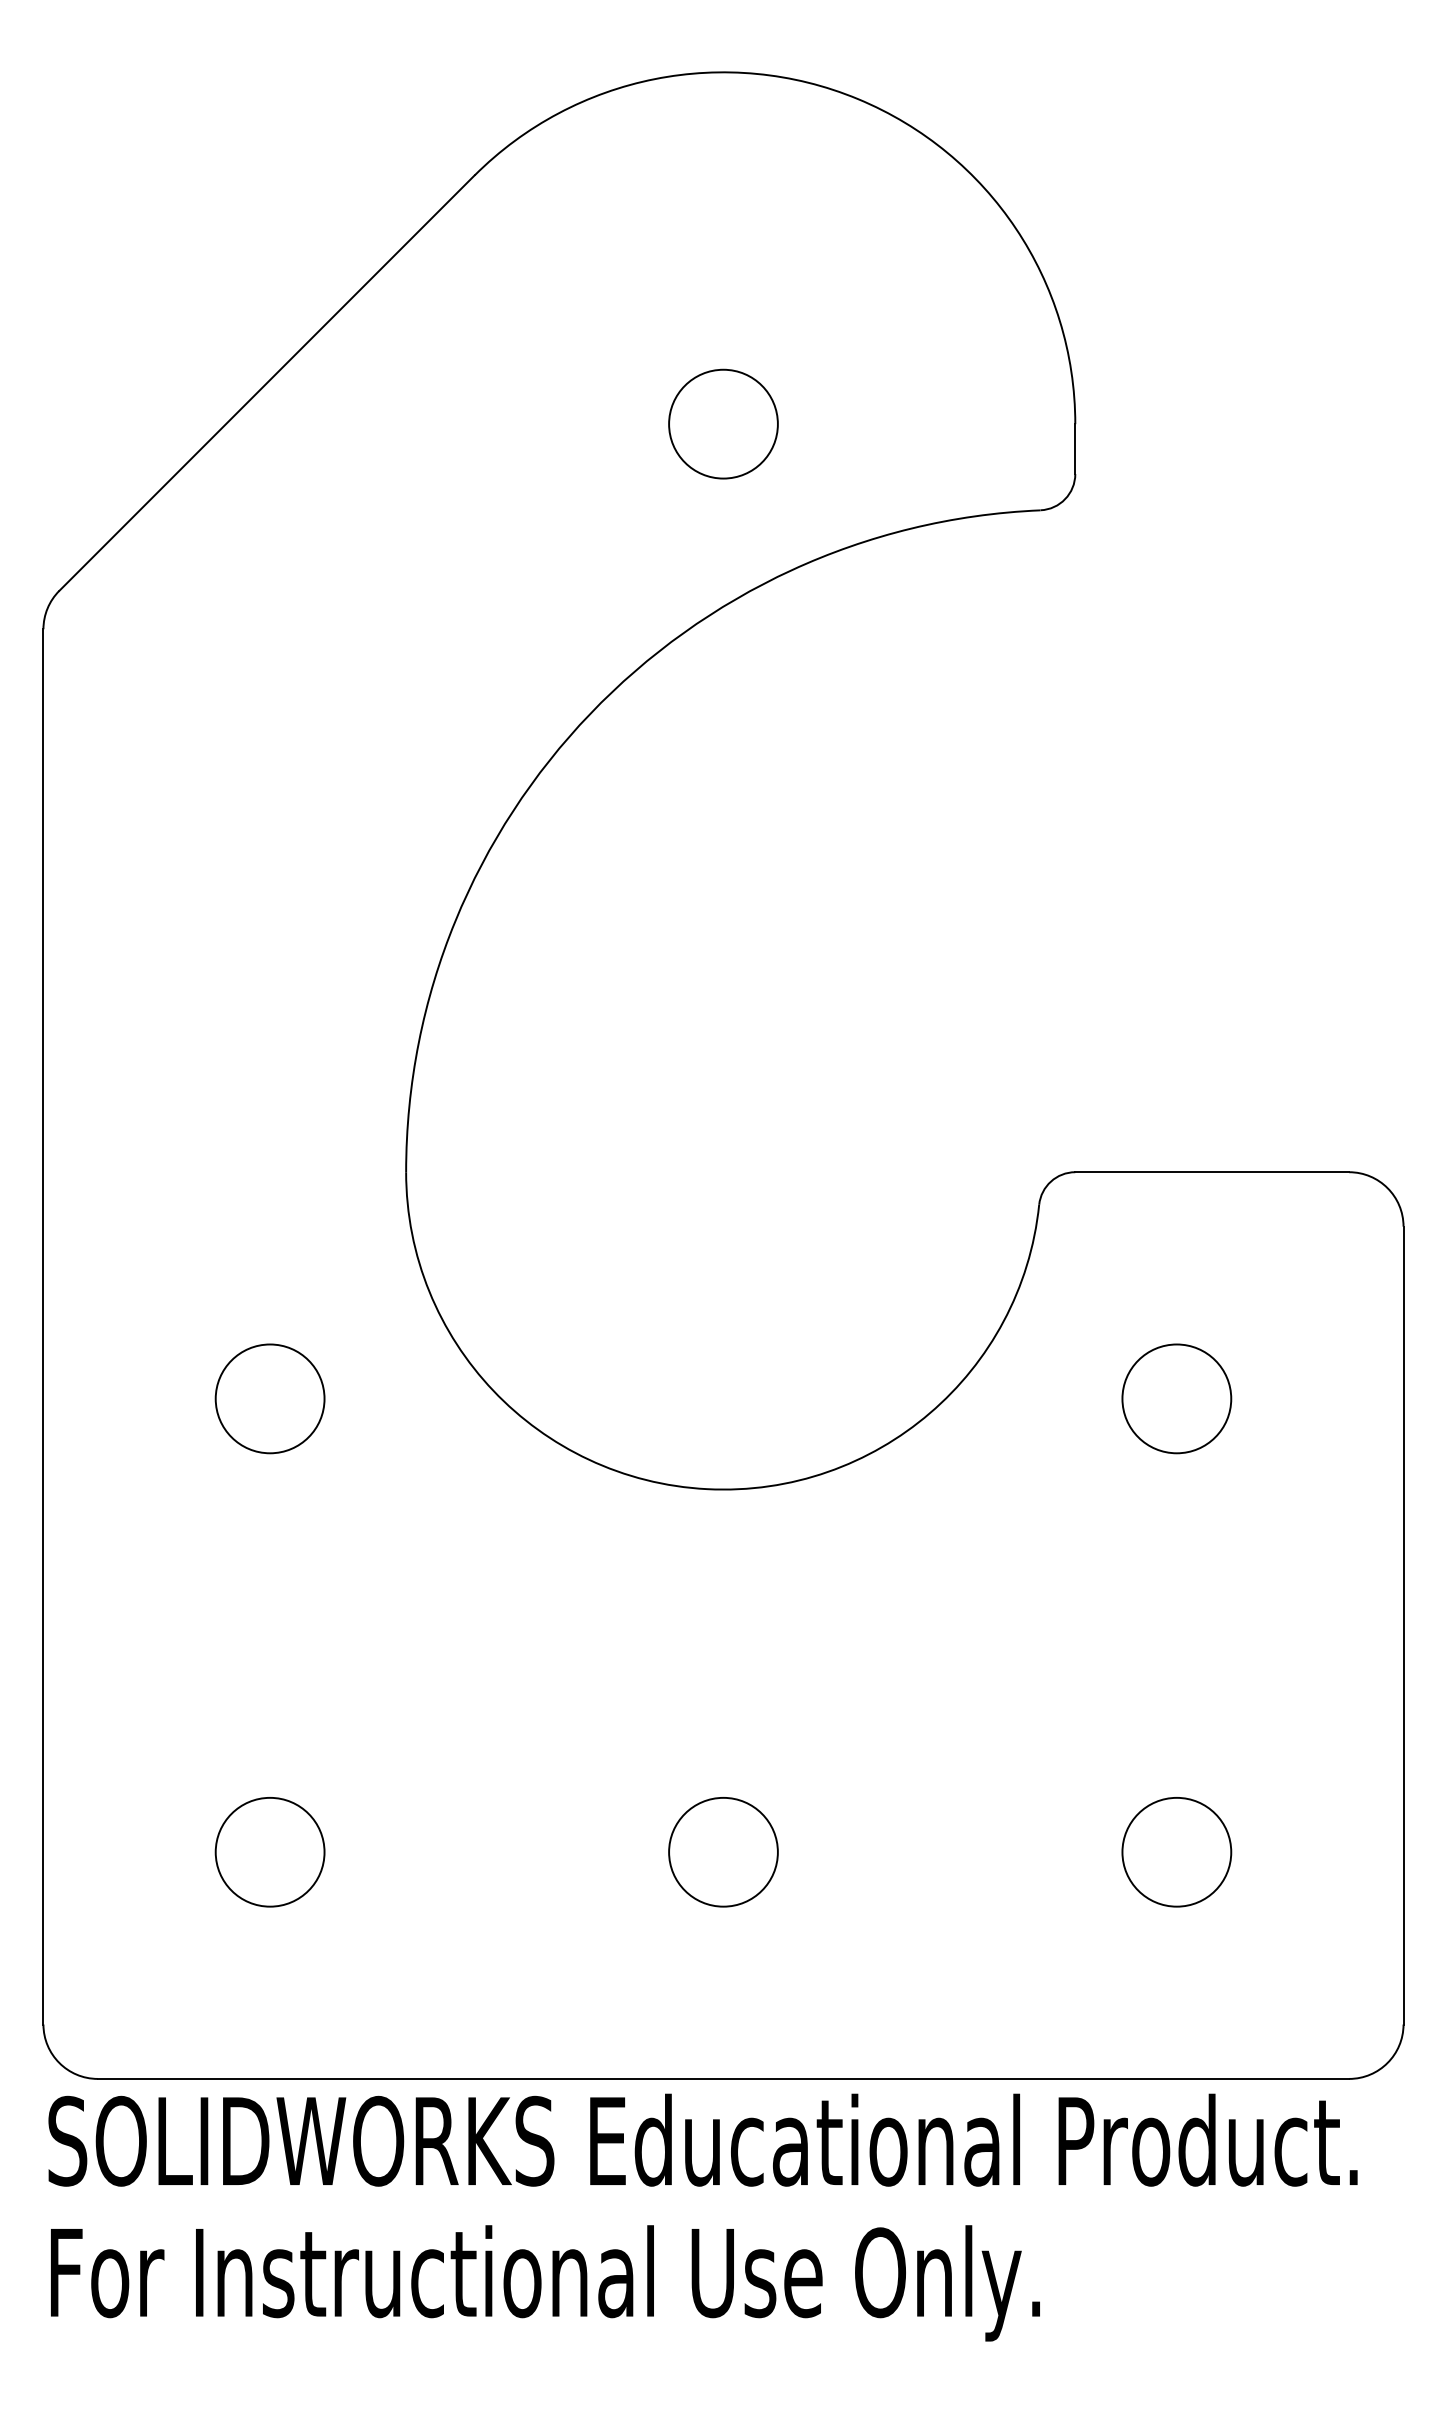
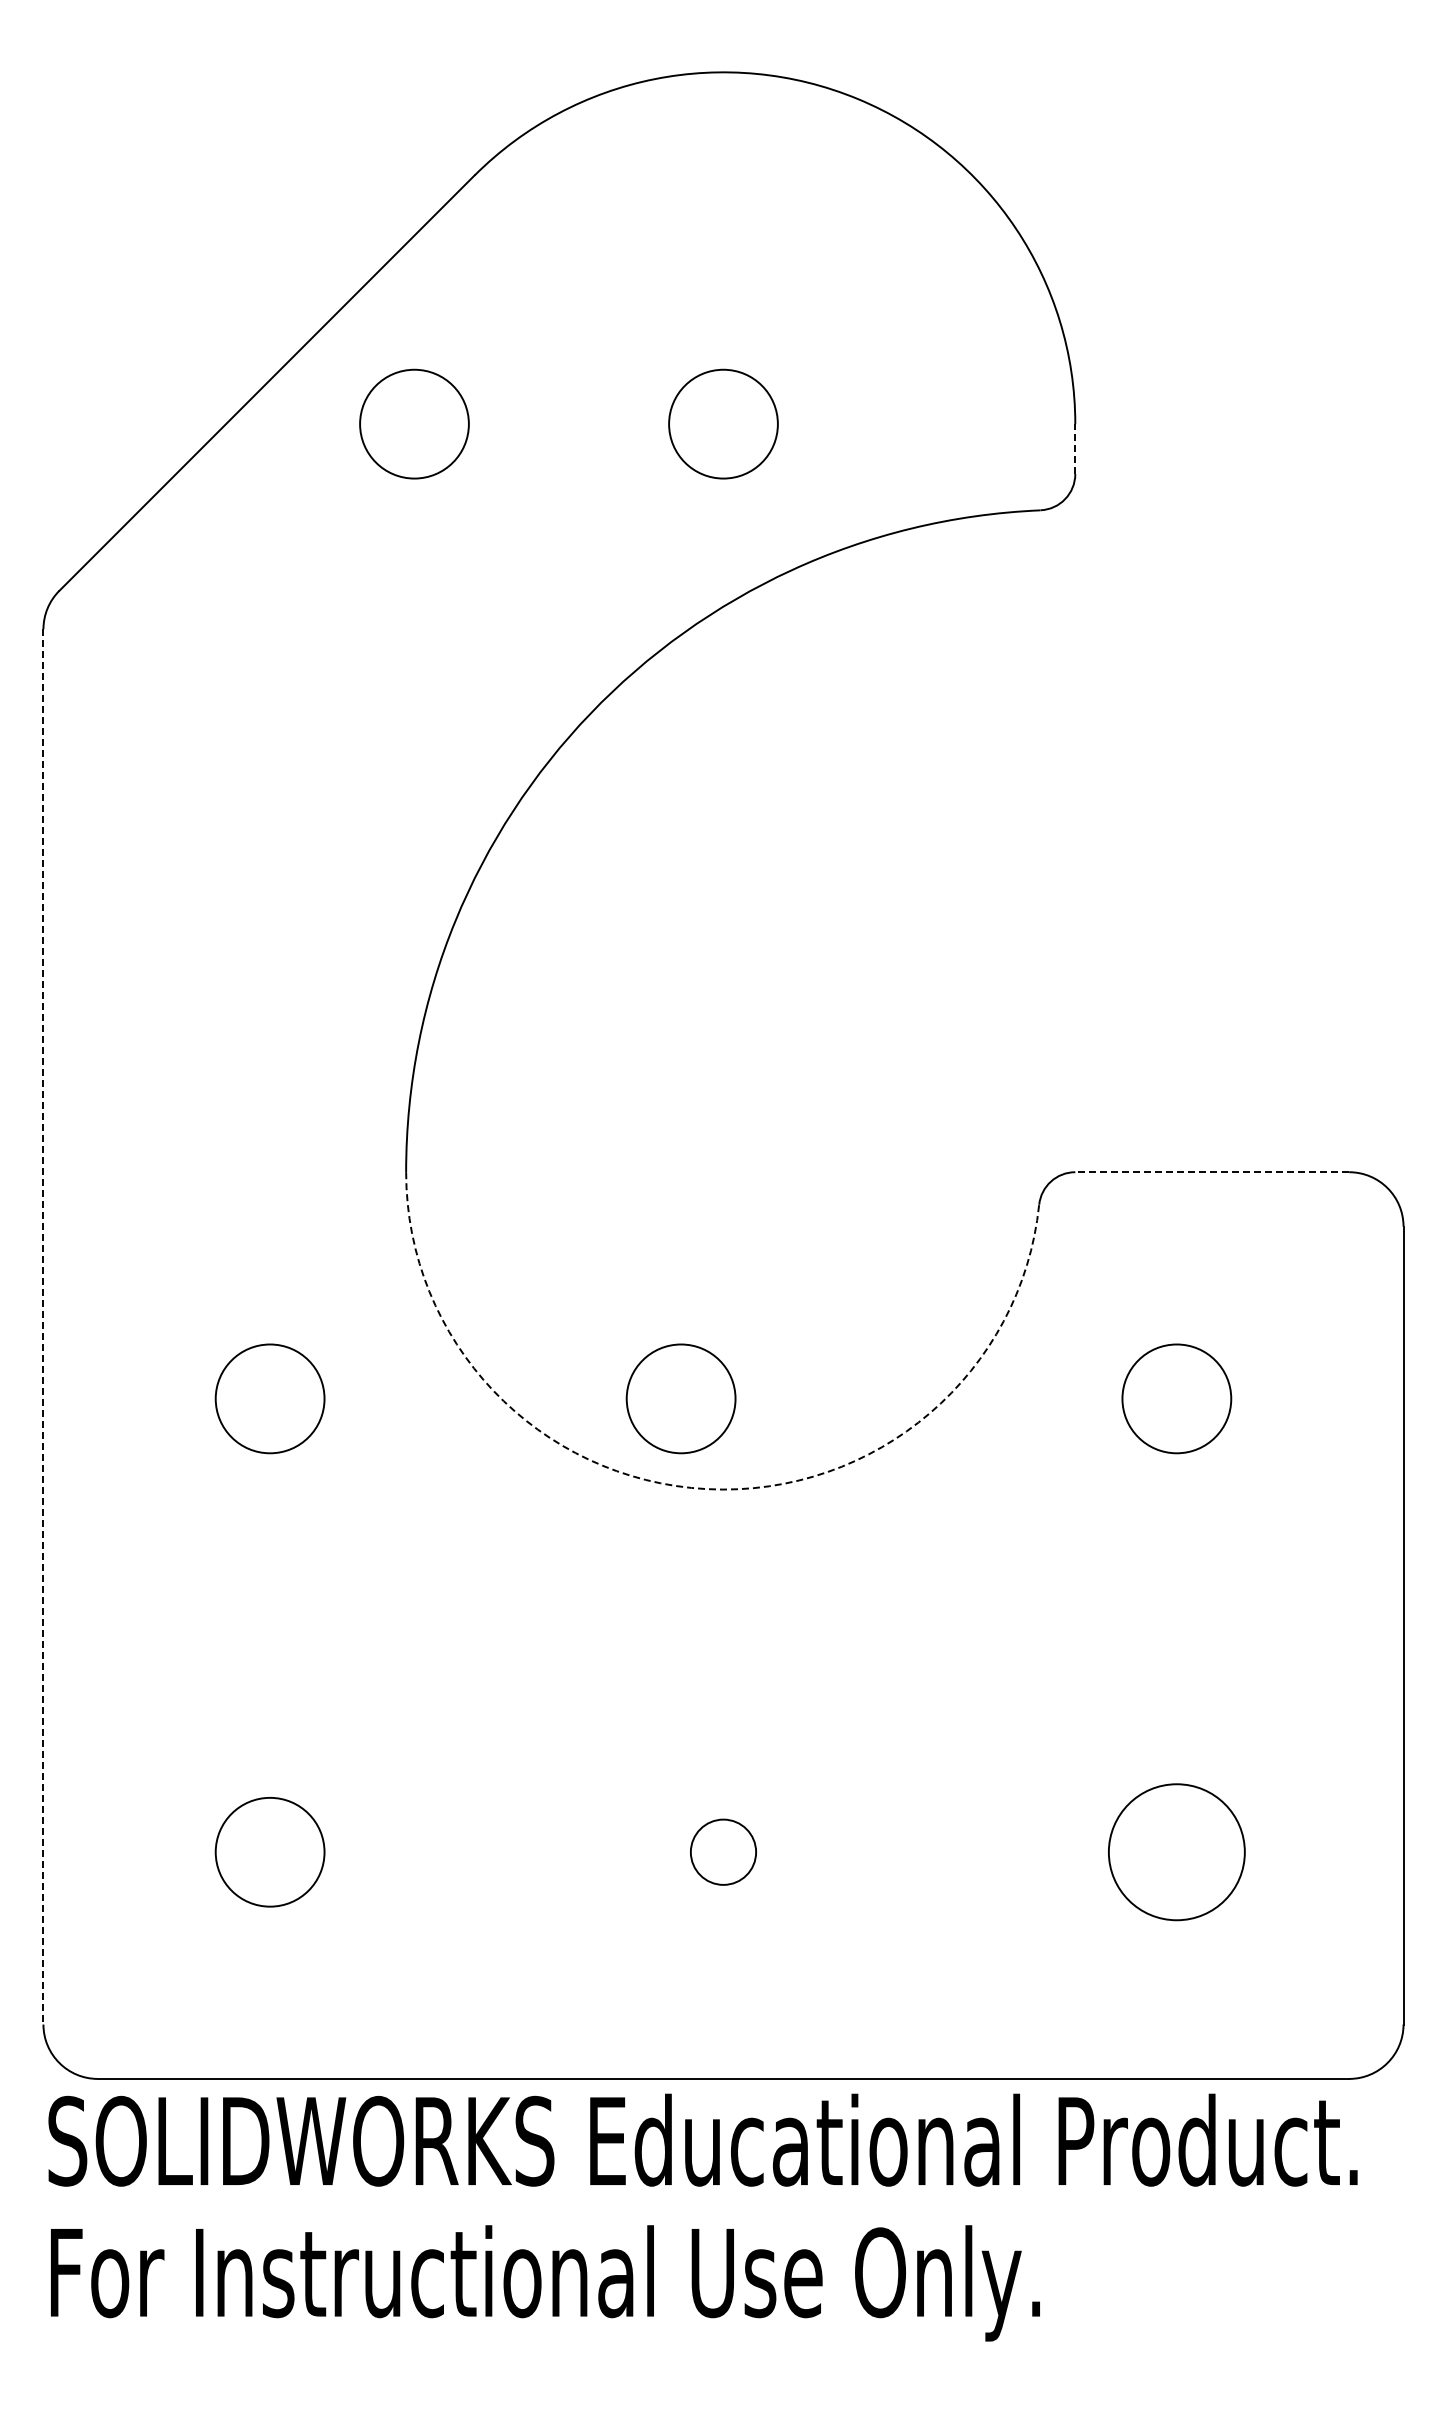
circle at (414, 423): none -> present
line at (1075, 449): solid -> dashed
line at (1212, 1172): solid -> dashed
line at (43, 1326): solid -> dashed
circle at (680, 1398): none -> present
arc at (707, 1489): solid -> dashed
circle at (723, 1851) diameter: 109 px -> 65 px
circle at (1176, 1851) diameter: 109 px -> 136 px
